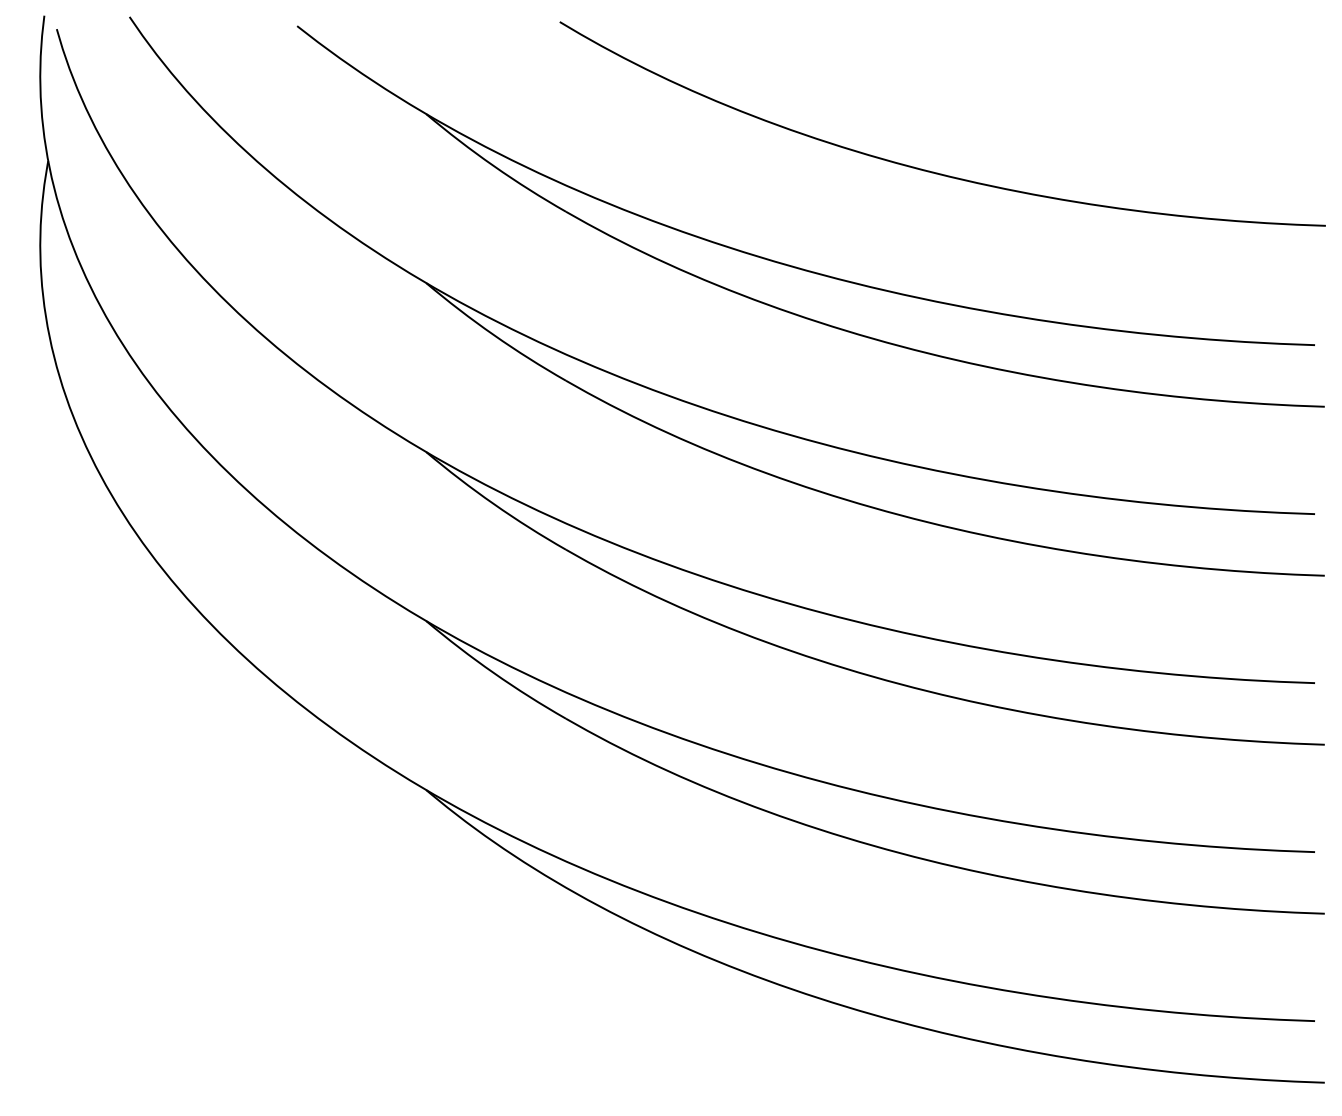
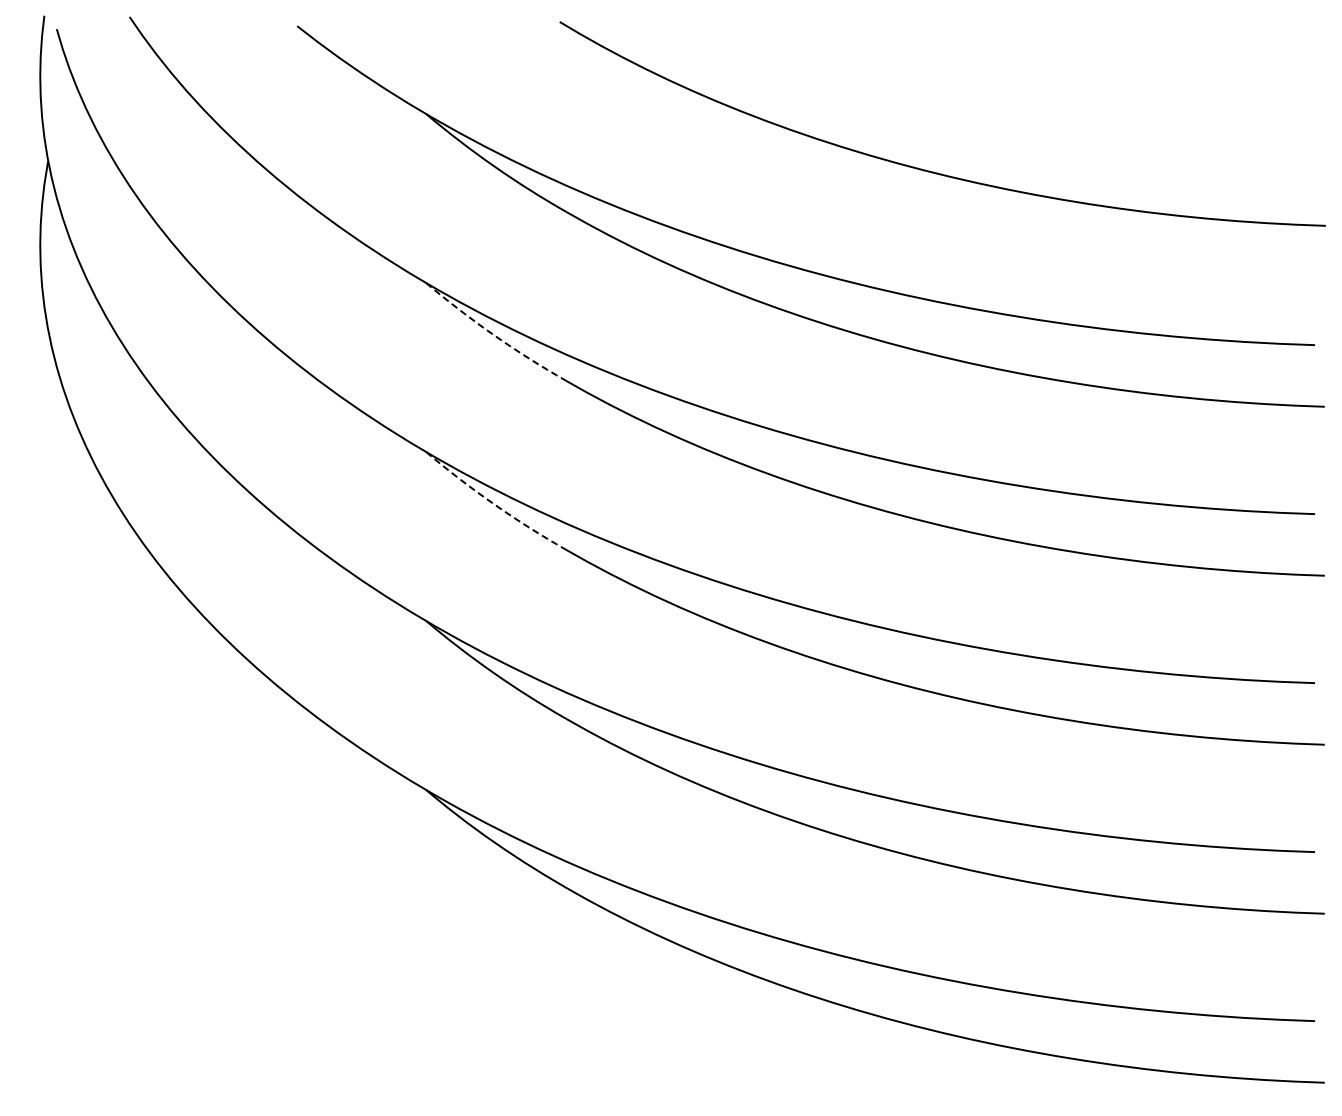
arc at (493, 335): solid -> dashed
arc at (493, 504): solid -> dashed
